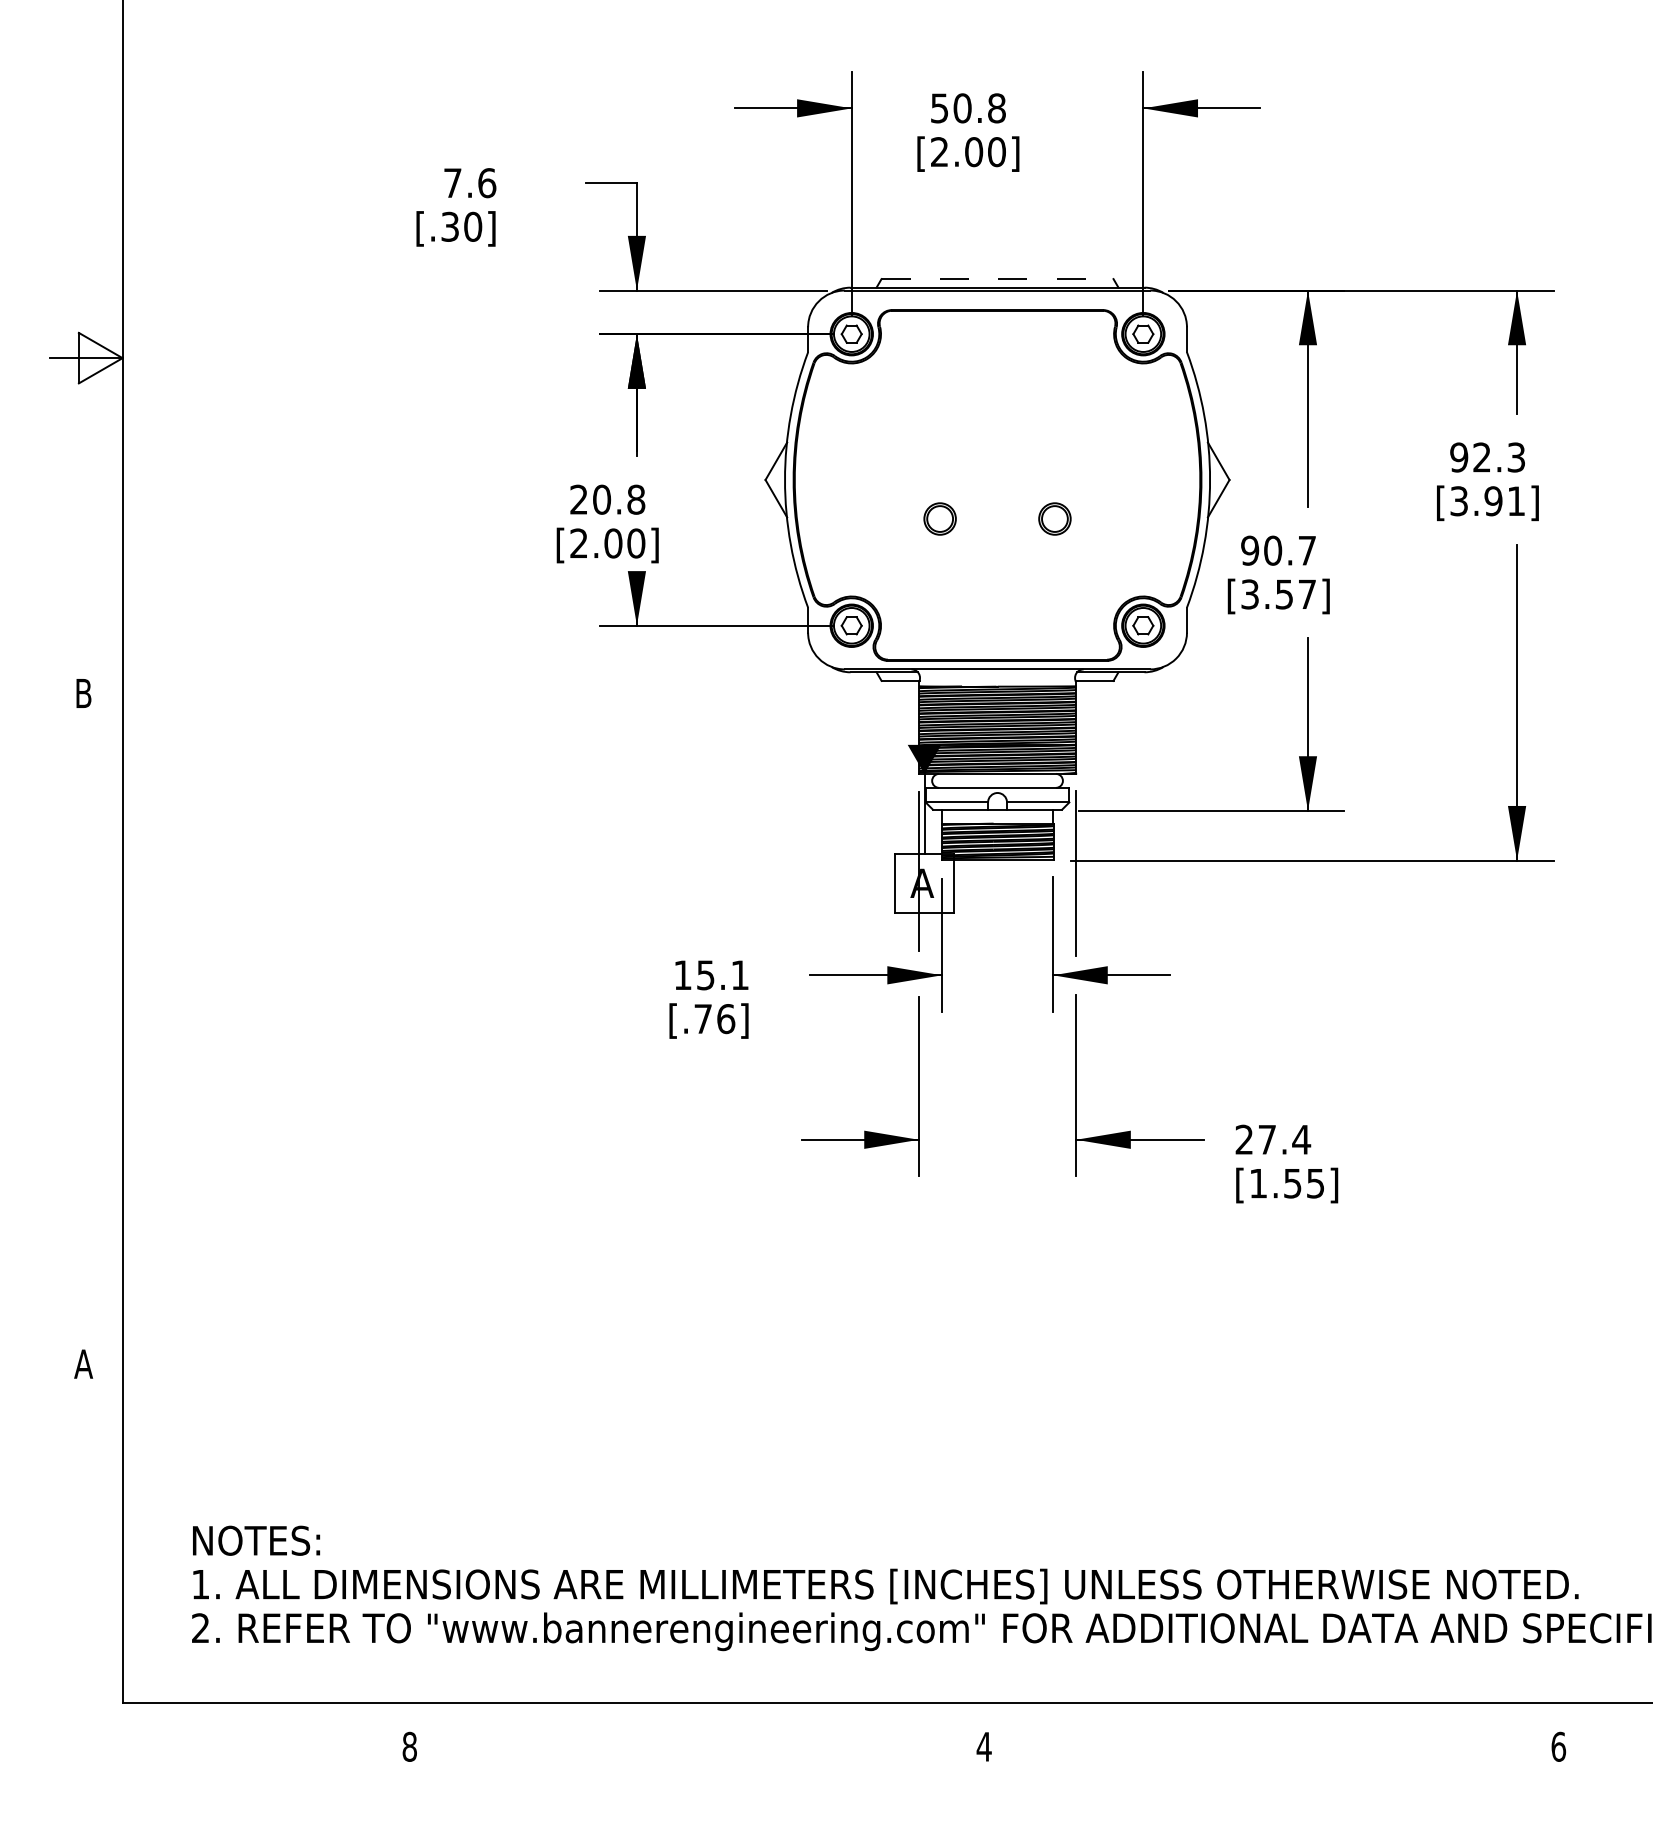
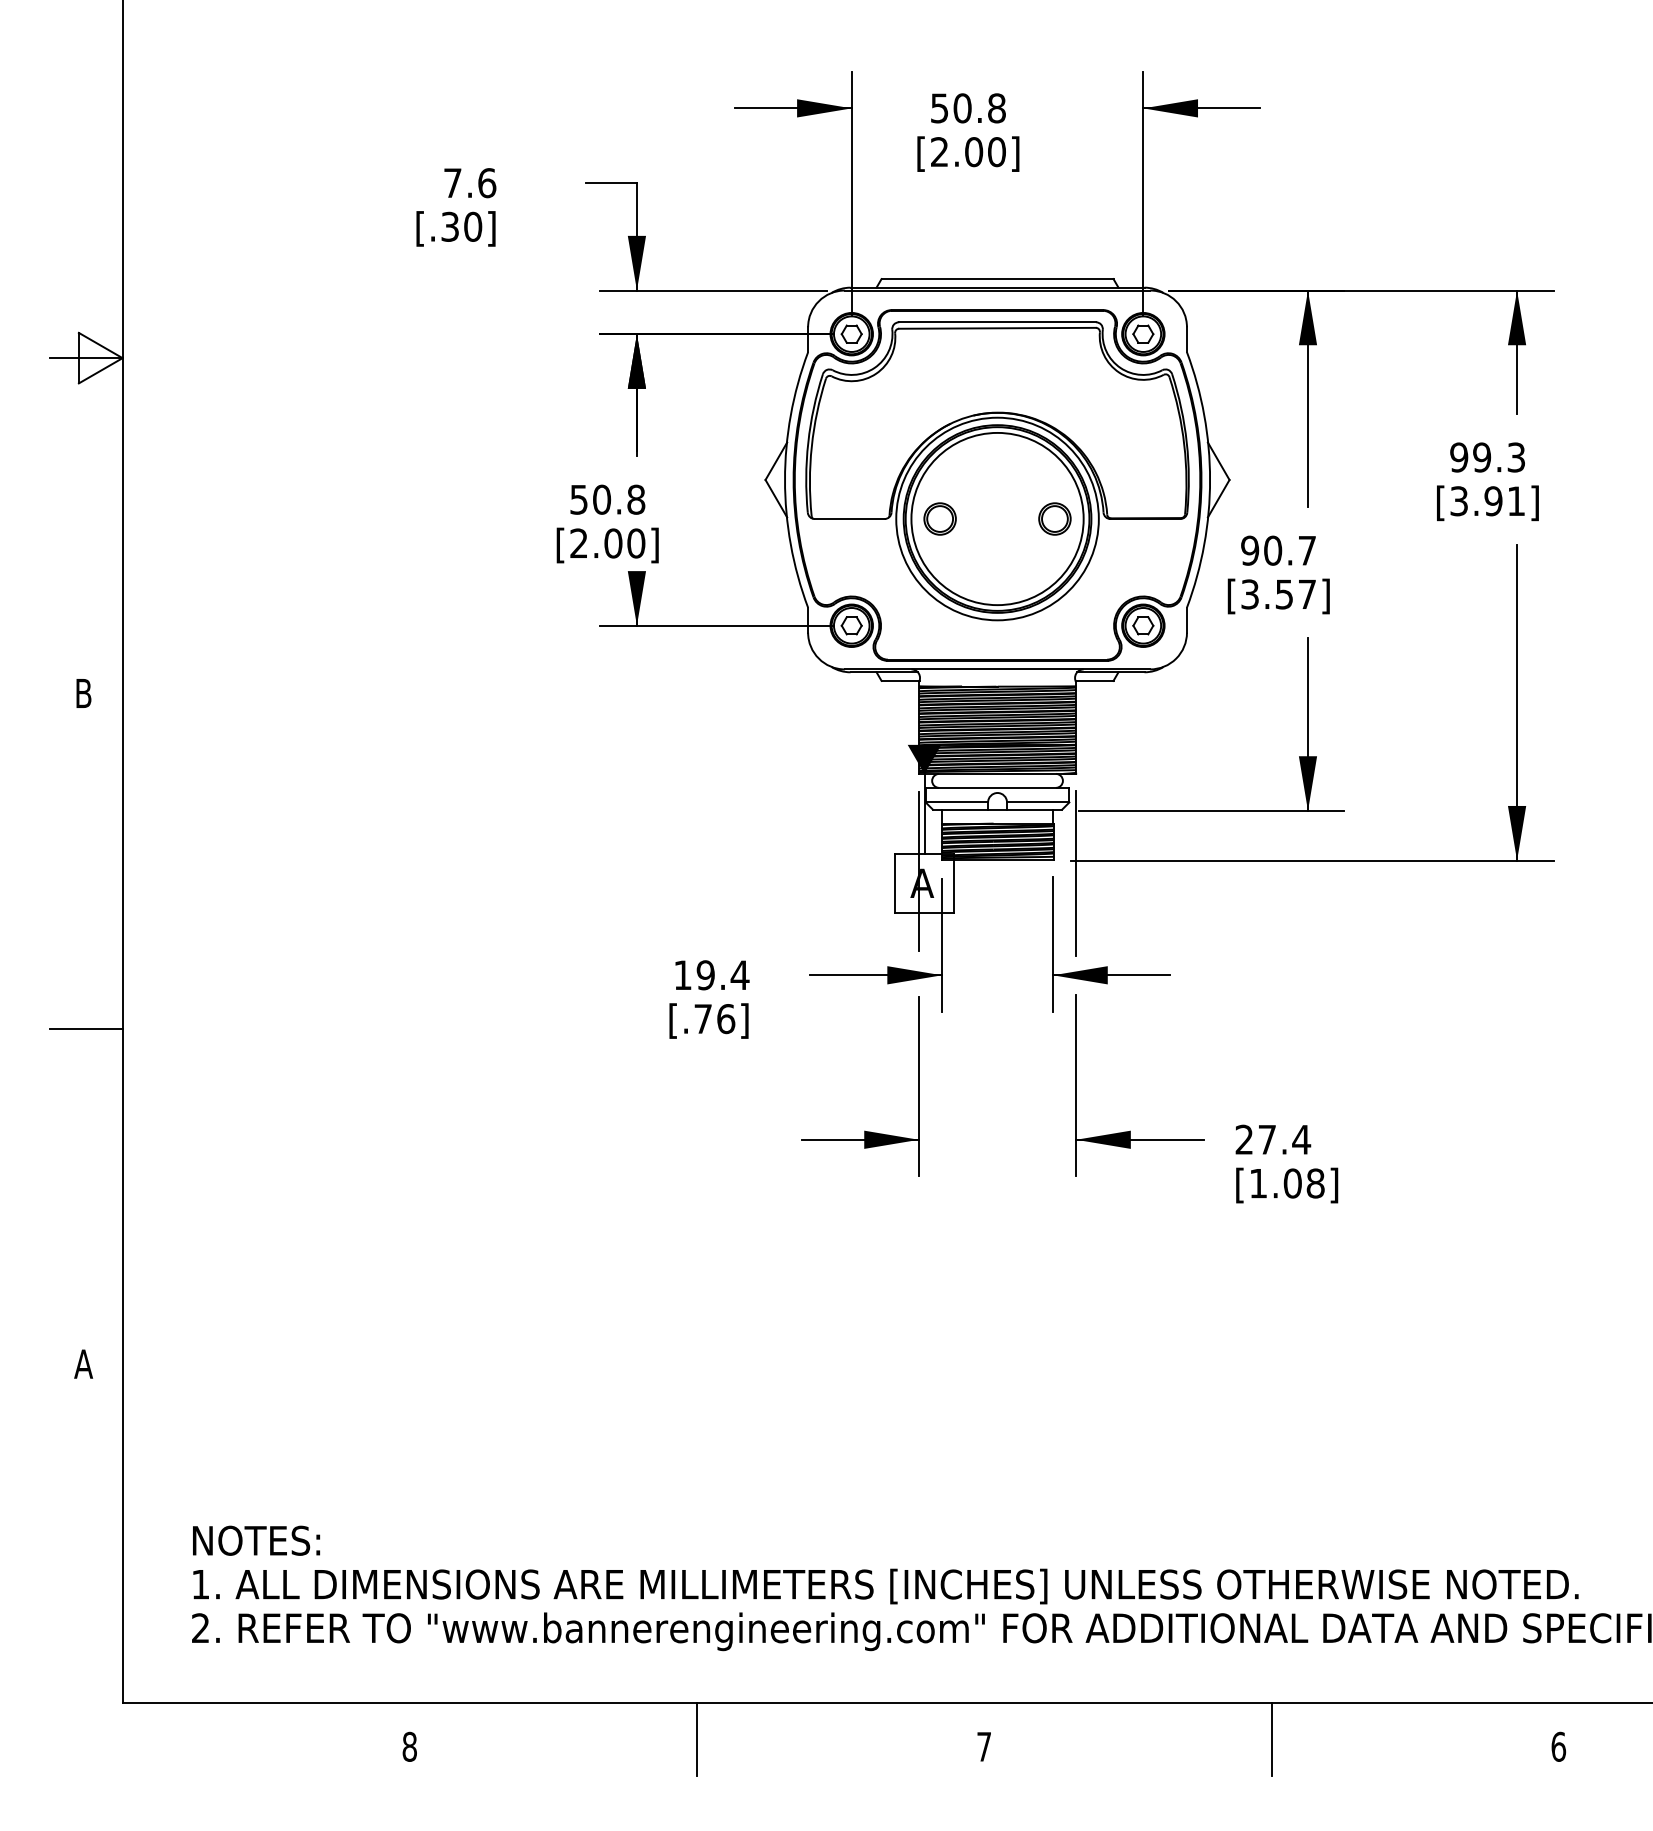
line at (997, 279): dashed -> solid
text at (1482, 457): 92.3 -> 99.3
part at (997, 471): none -> present
text at (578, 499): 20.8 -> 50.8
text at (722, 975): 15.1 -> 19.4
line at (85, 1028): none -> present
text at (1303, 1183): [1.55] -> [1.08]
line at (697, 1739): none -> present
line at (1271, 1739): none -> present
text at (983, 1746): 4 -> 7
